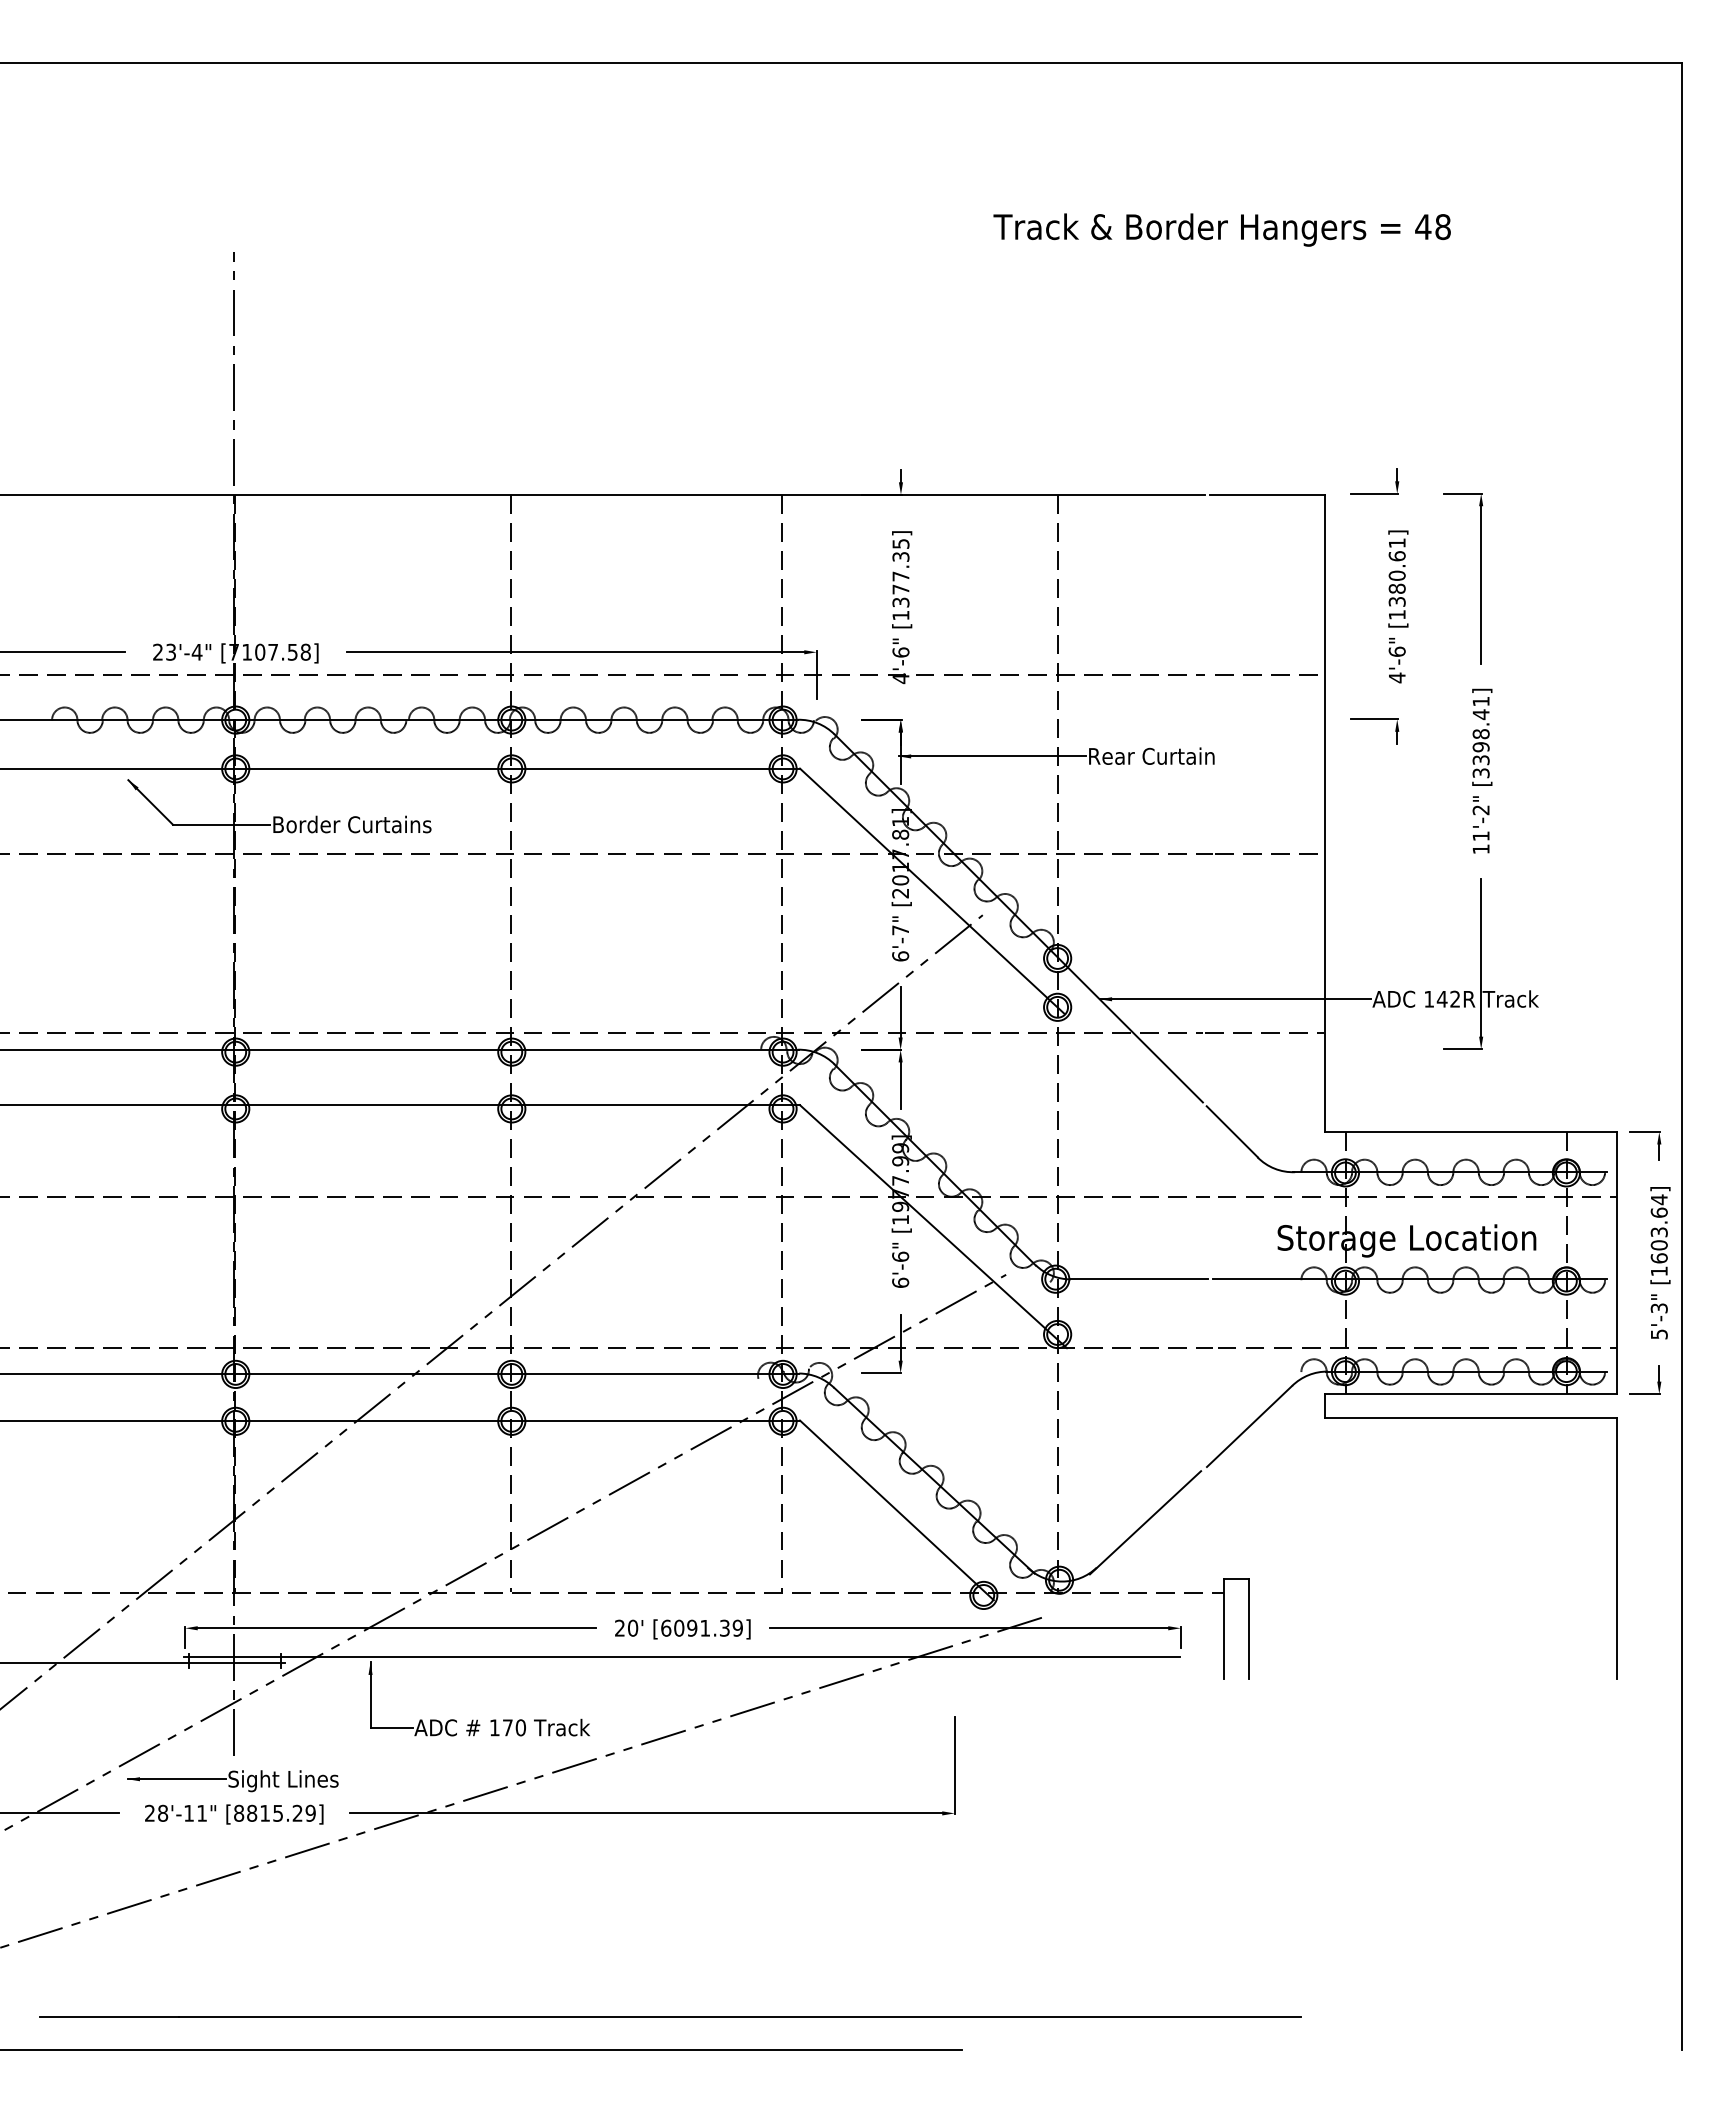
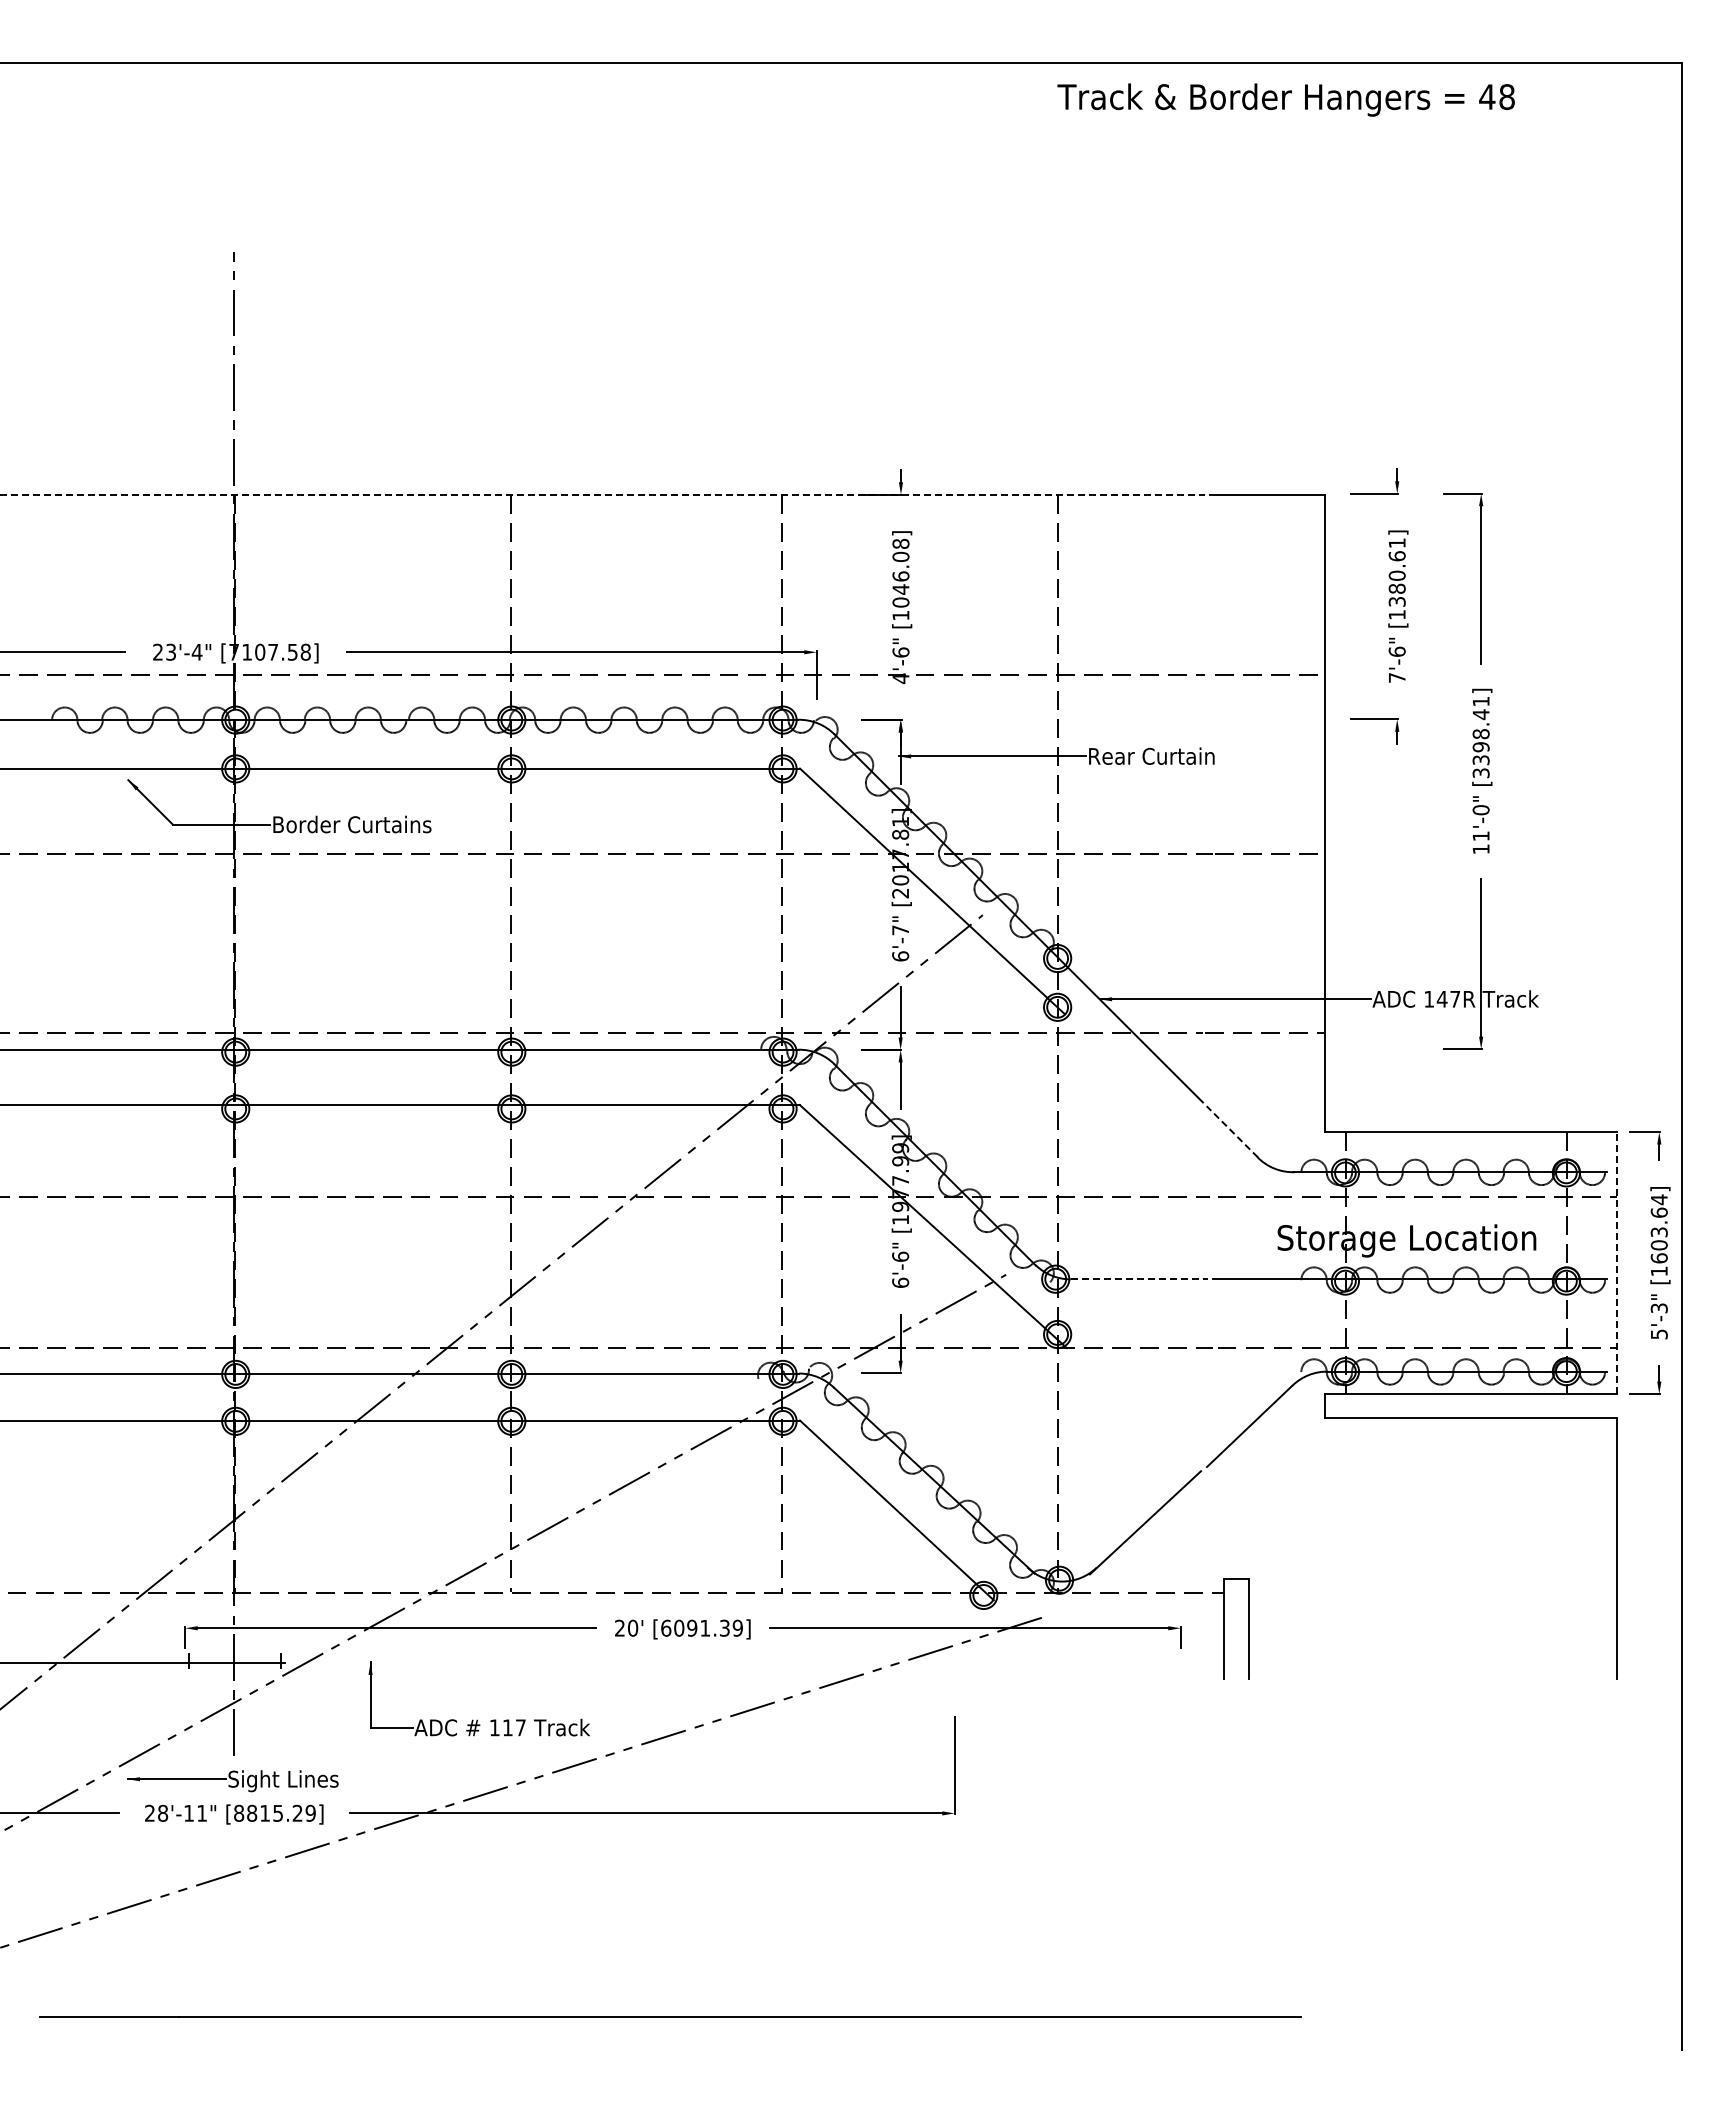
text at (1221, 229) position: (1221, 229) -> (1285, 99)
line at (603, 494): solid -> dashed
text at (900, 572): [1377.35] -> [1046.08]
text at (1397, 677): 4'-6" -> 7'-6"
text at (1480, 810): 11'-2" -> 11'-0"
text at (1455, 998): 142R -> 147R
line at (1231, 1131): solid -> dashed
line at (1617, 1262): solid -> dashed
line at (1139, 1279): solid -> dashed
line at (681, 1657): present -> none
text at (514, 1727): 170 -> 117
line at (481, 2049): present -> none
